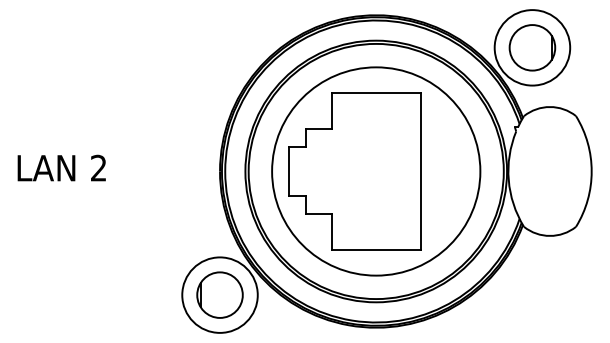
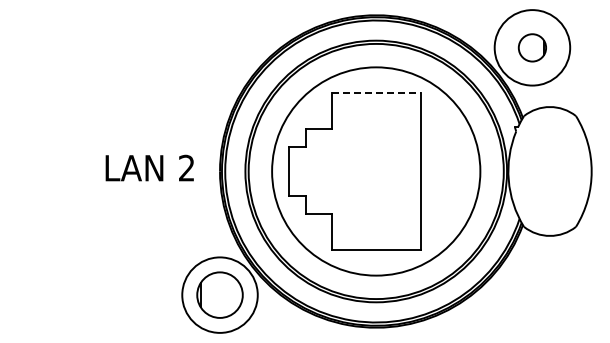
part at (532, 47) size: 49x48 px -> 30x30 px
line at (376, 93): solid -> dashed
text at (61, 167) position: (61, 167) -> (149, 167)
